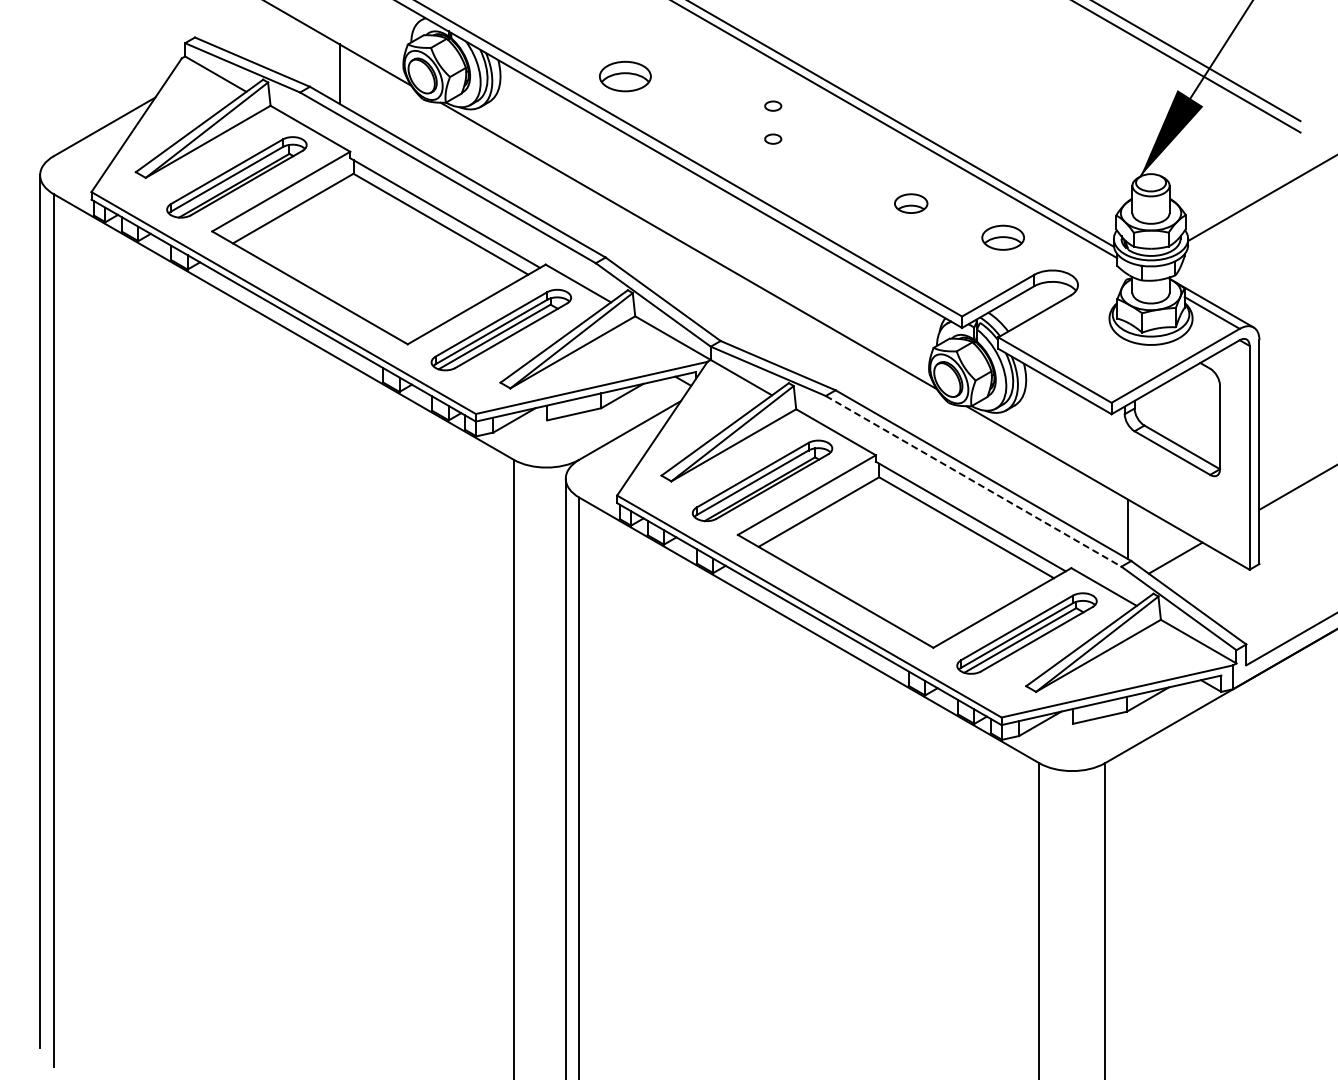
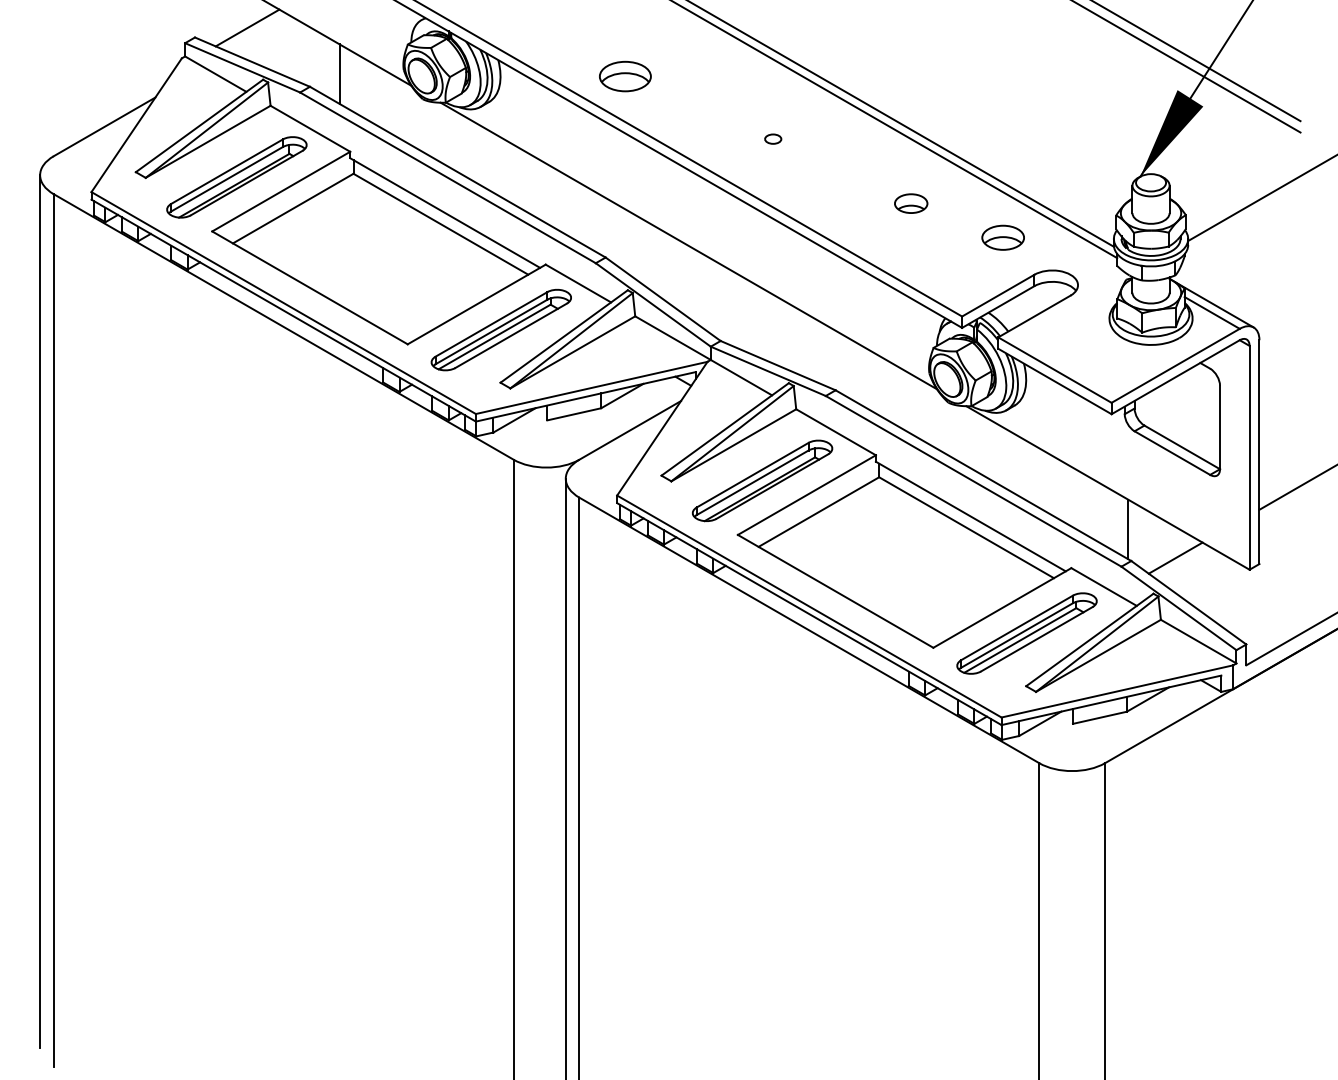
line at (247, 27): none -> present
part at (773, 105): present -> none
line at (973, 481): dashed -> solid
